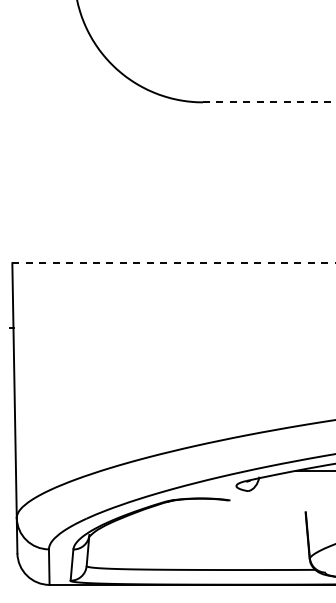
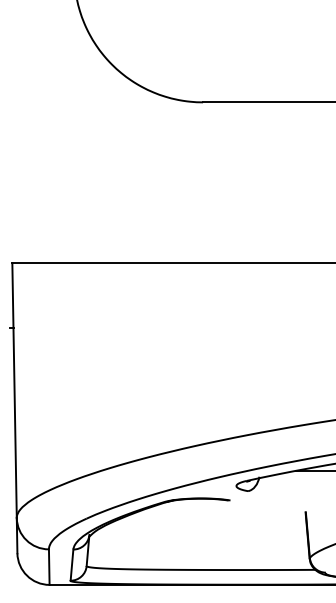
line at (269, 102): dashed -> solid
line at (174, 263): dashed -> solid
